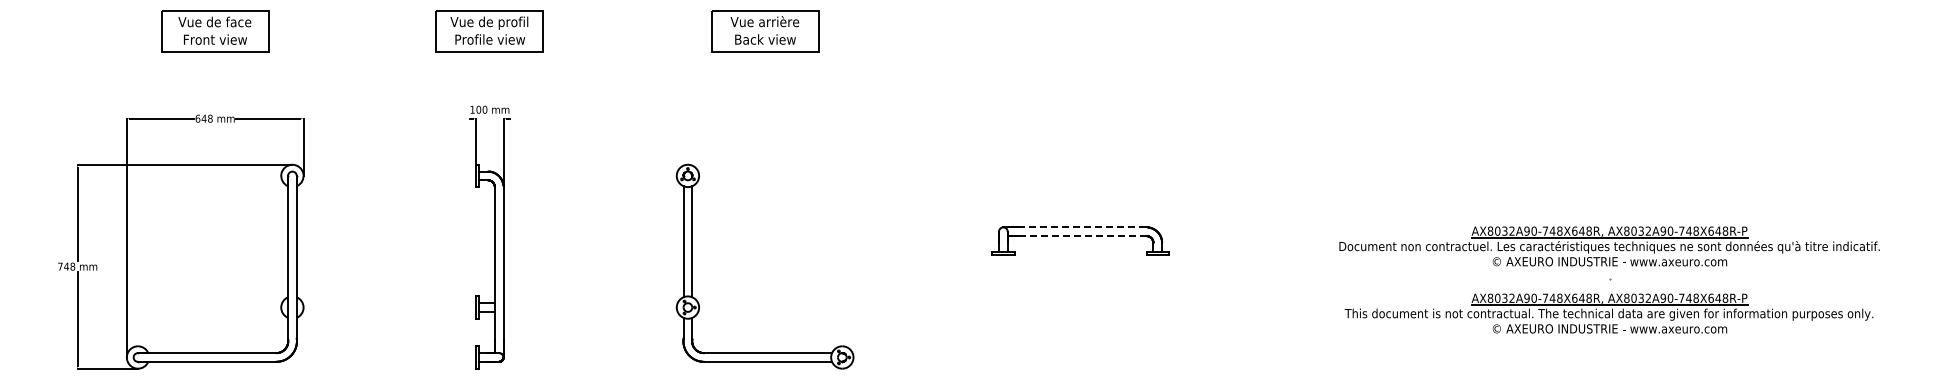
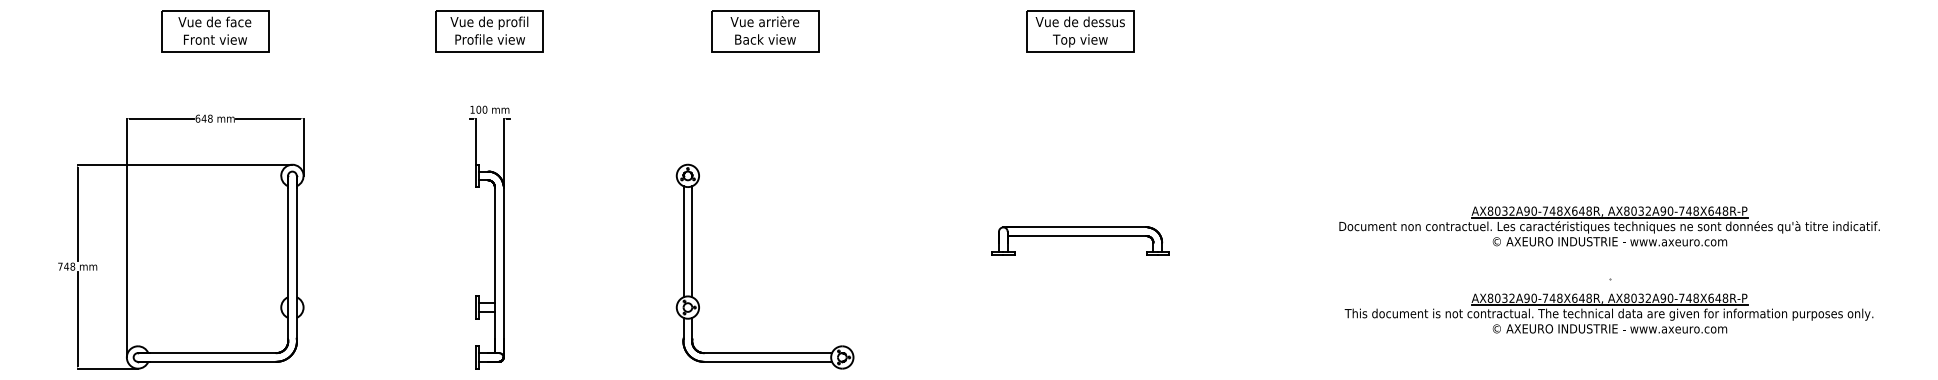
part at (1080, 31): none -> present
line at (1082, 227): dashed -> solid
line at (1083, 236): dashed -> solid
part at (1609, 246) position: (1609, 246) -> (1609, 226)
